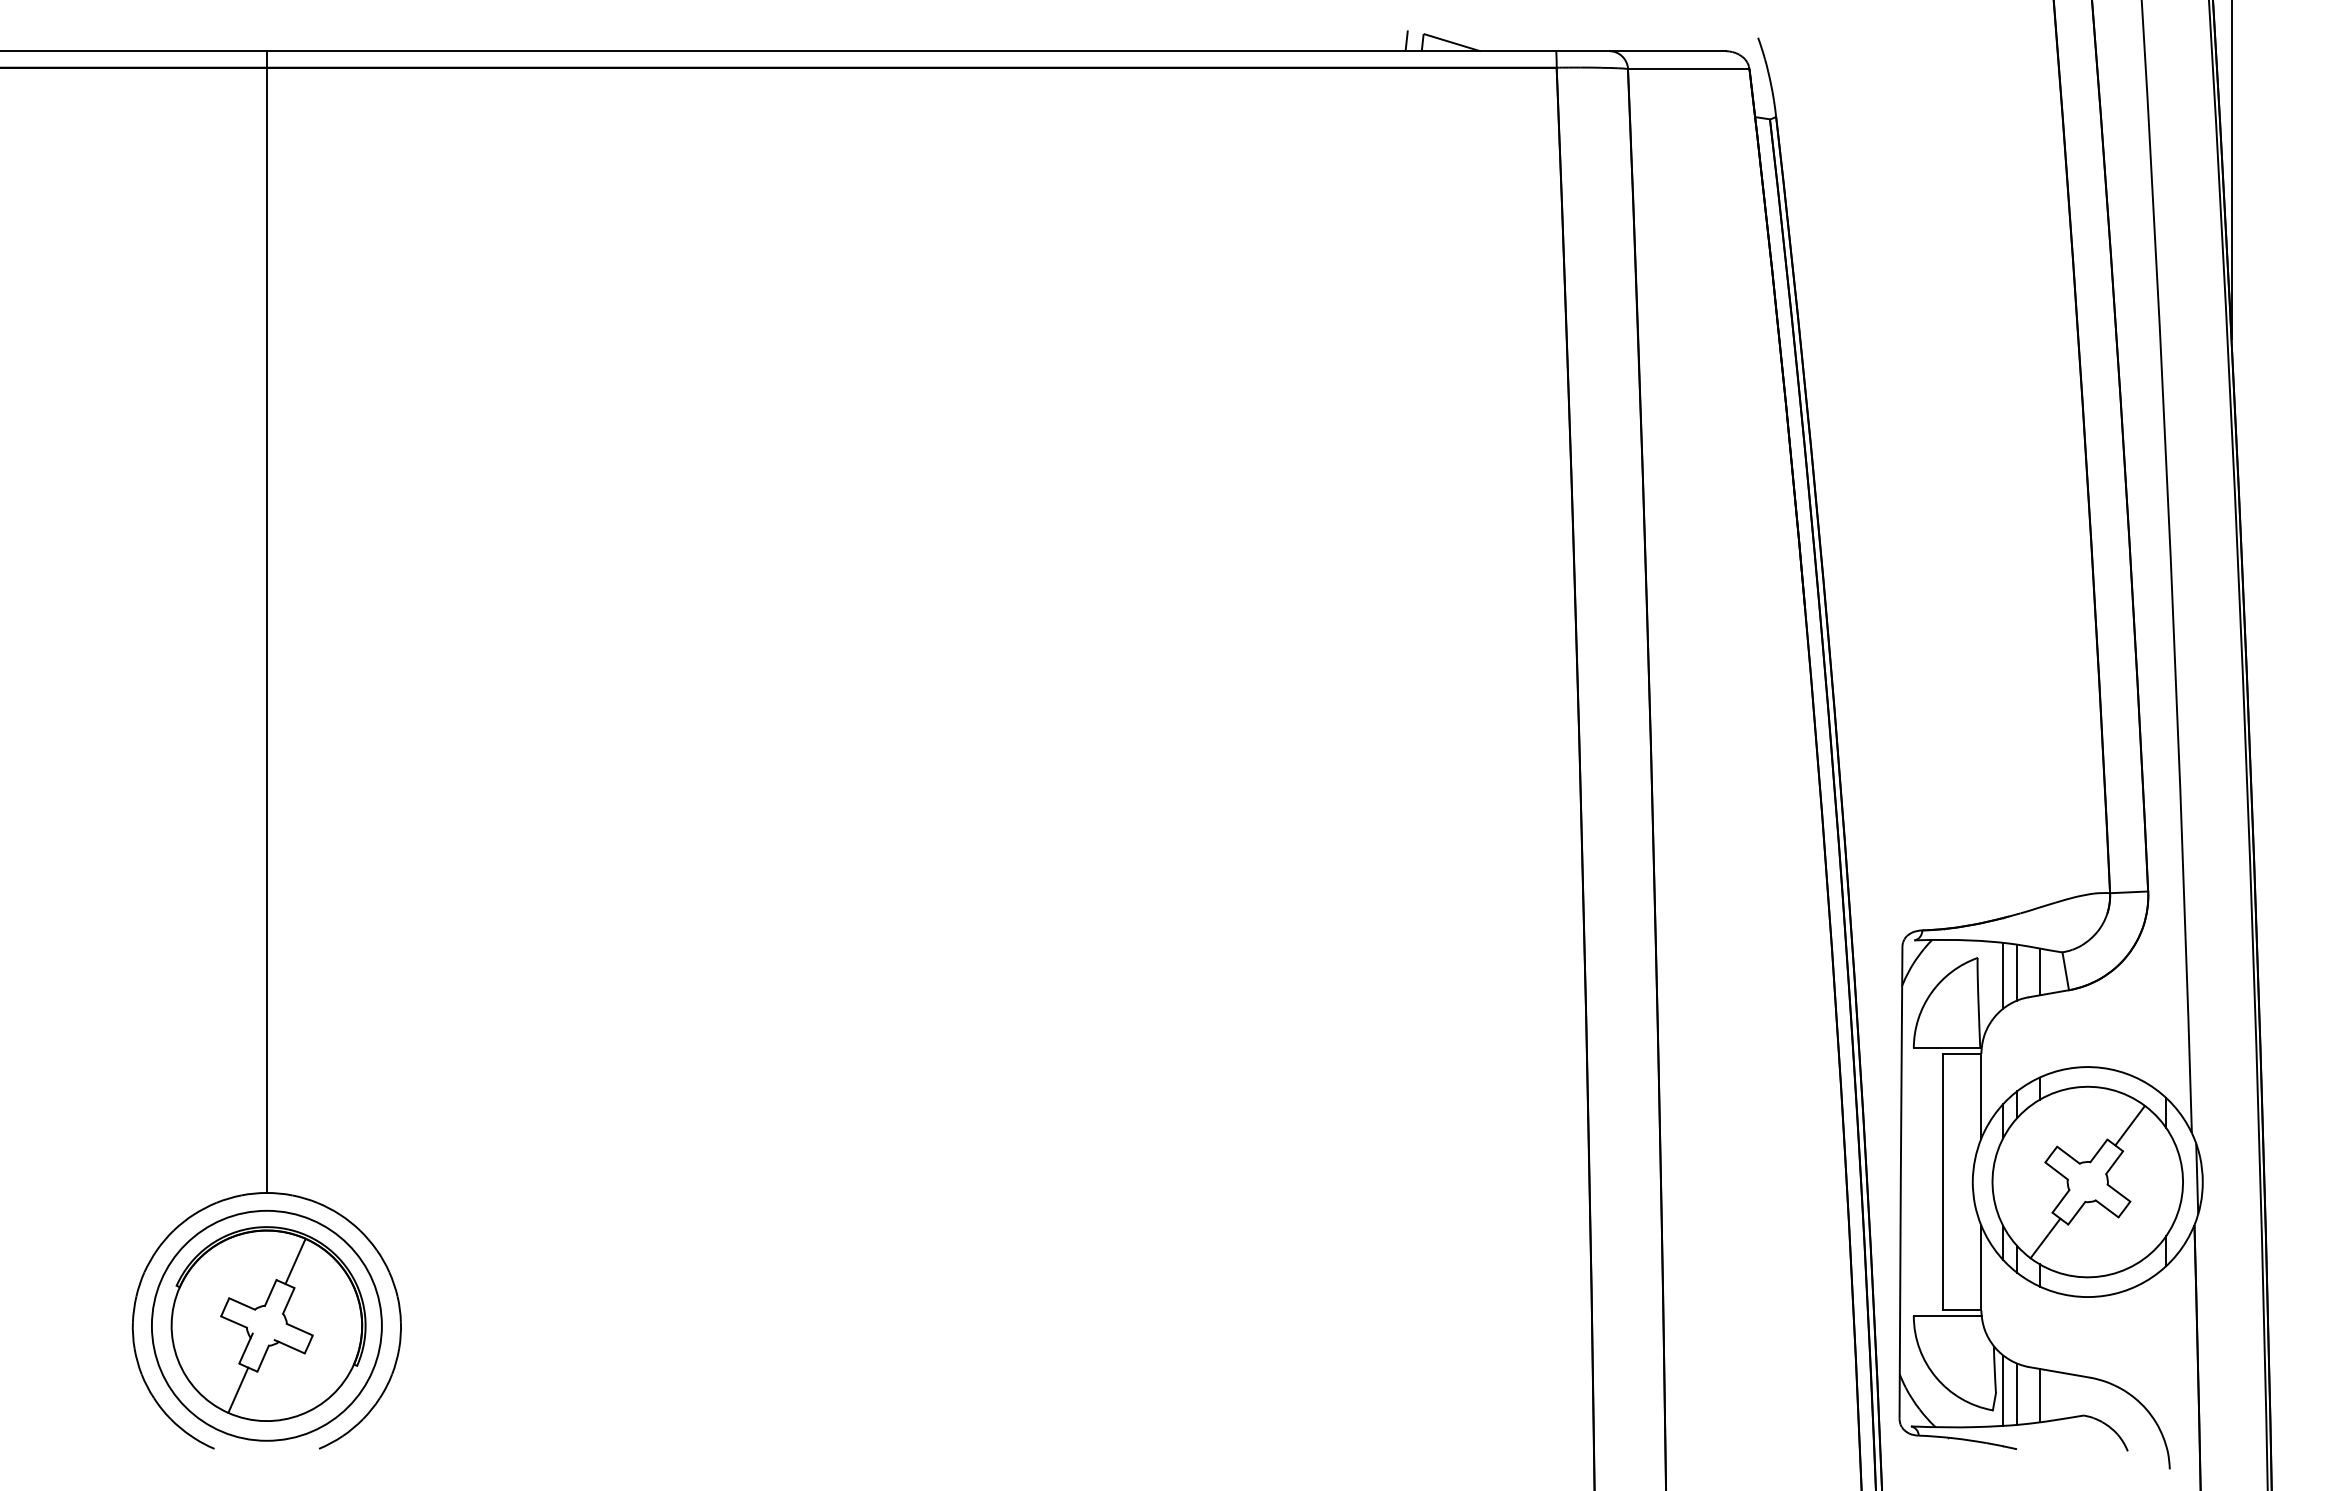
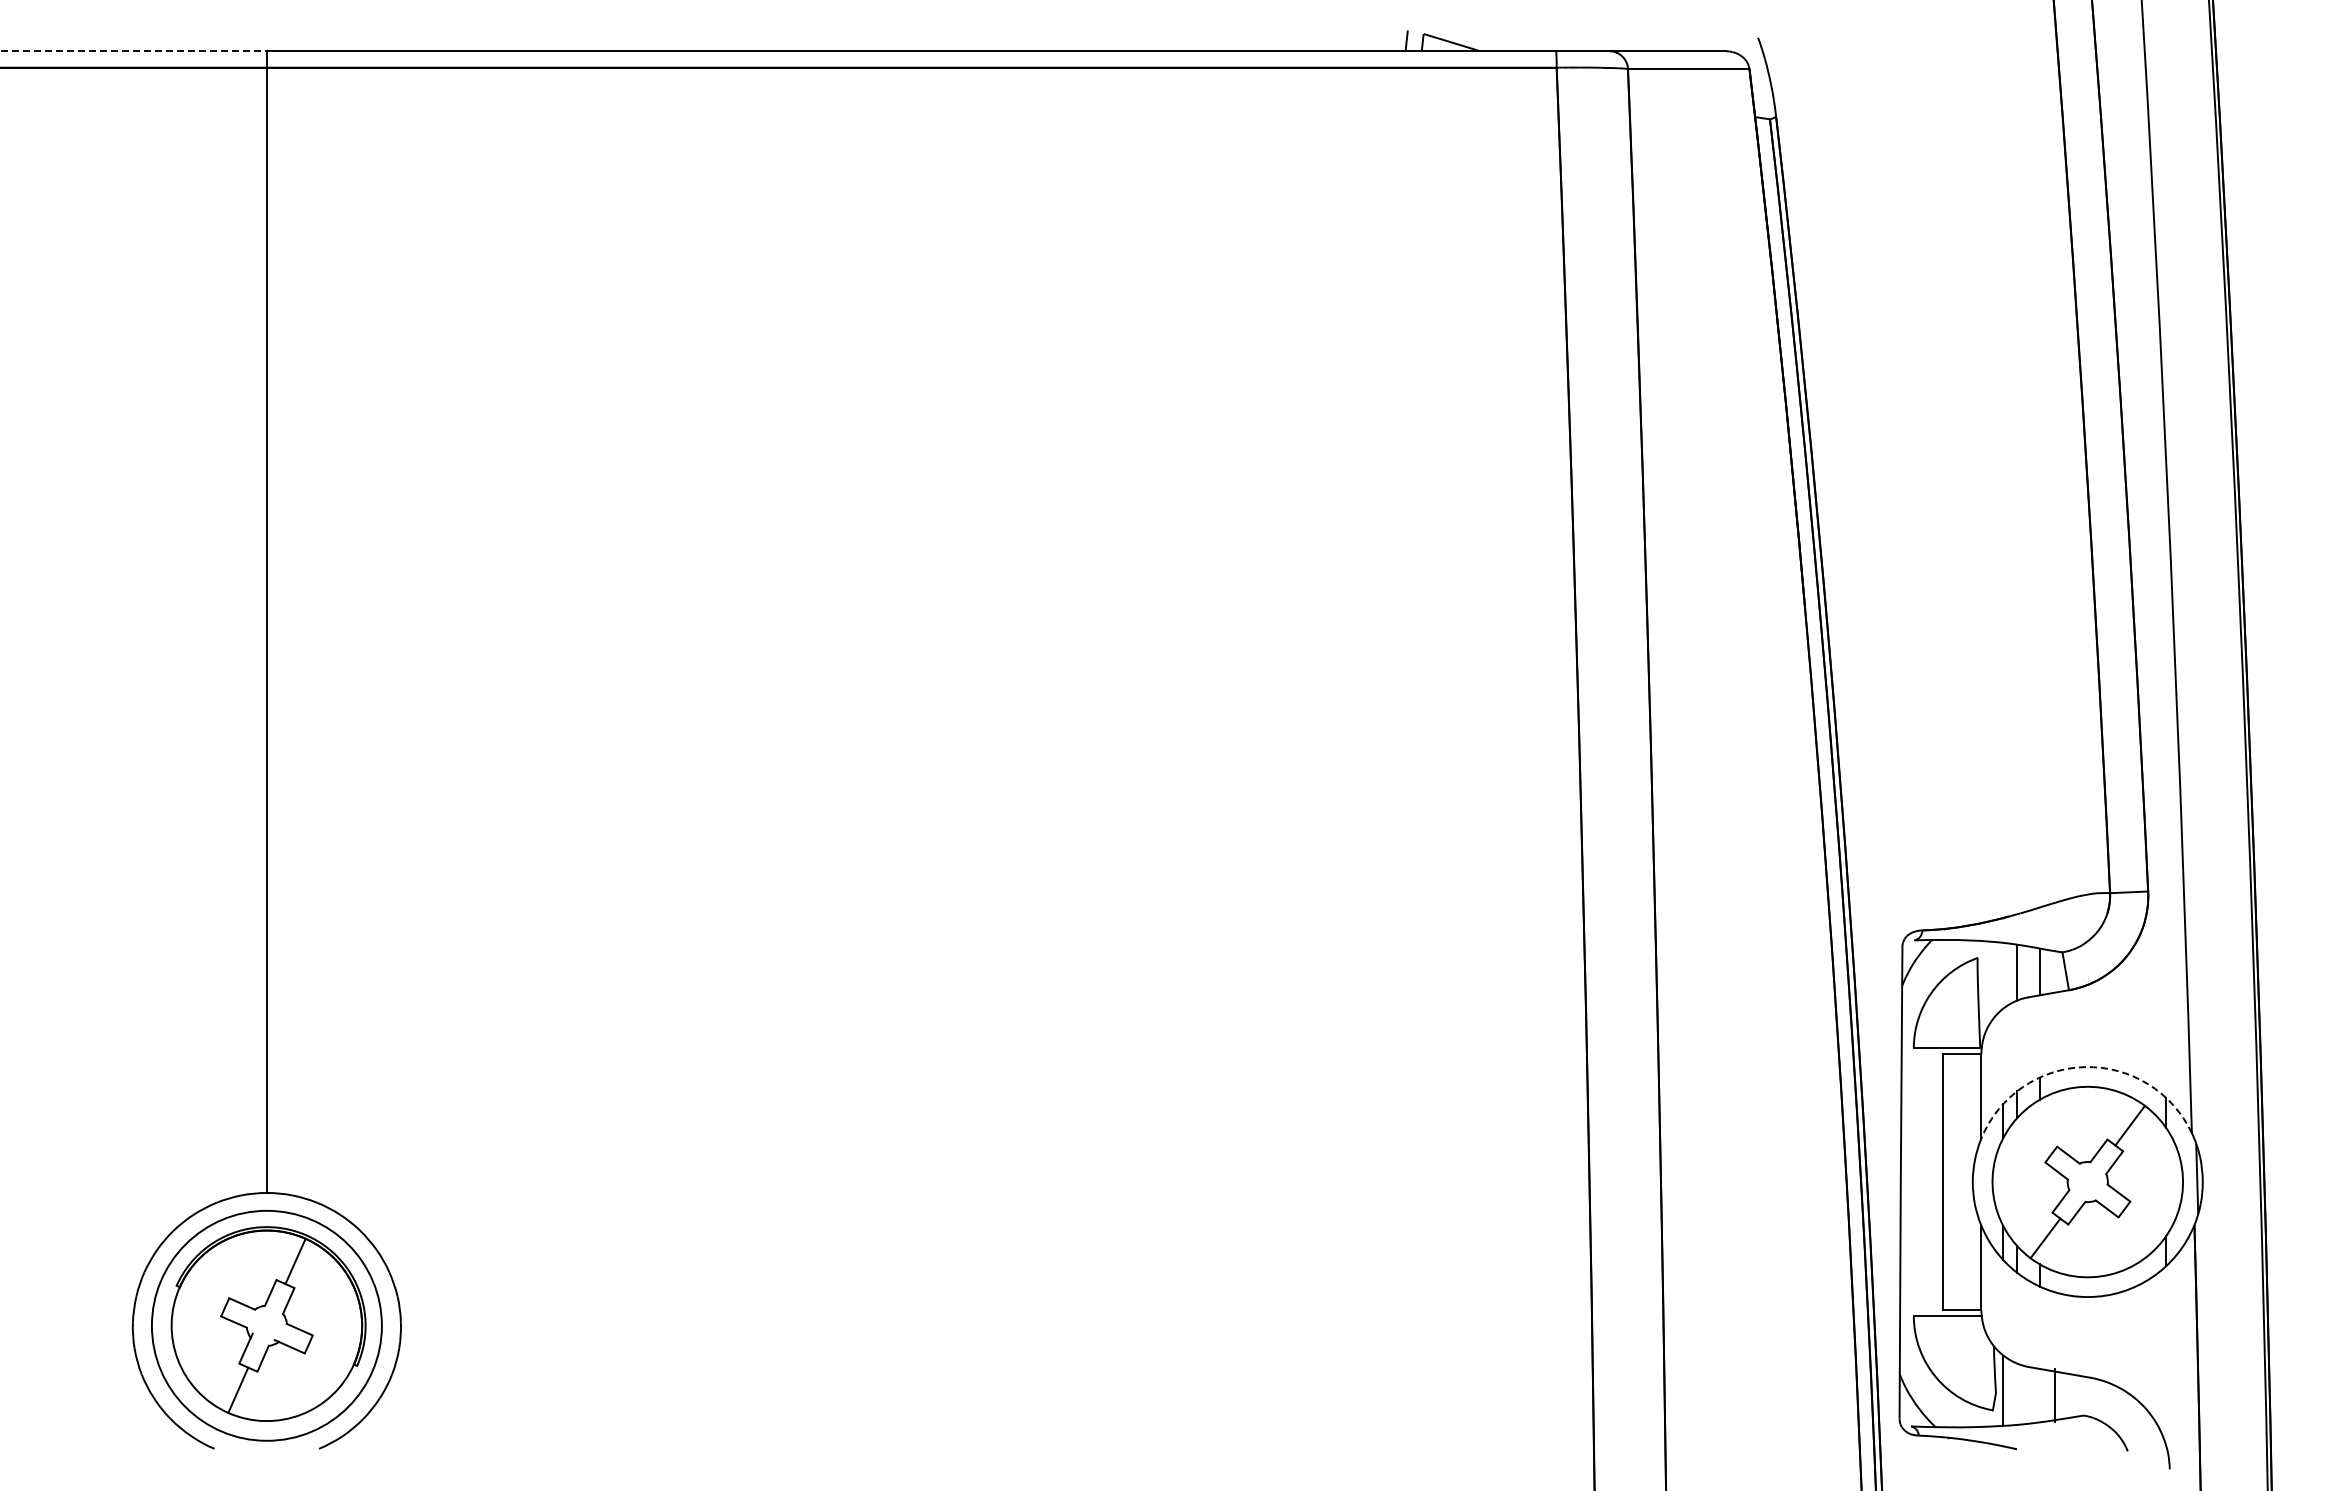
line at (133, 51): solid -> dashed
line at (2231, 170): present -> none
line at (2003, 975): present -> none
arc at (2084, 1067): solid -> dashed
line at (2017, 1393): present -> none
line at (2039, 1395) position: (2039, 1395) -> (2054, 1395)
